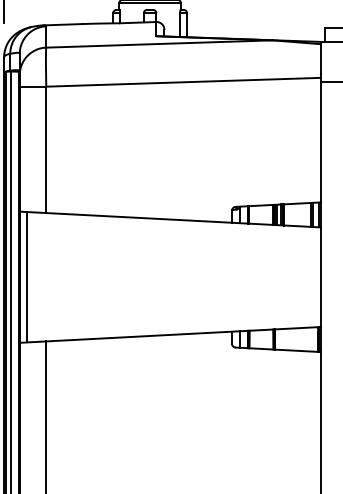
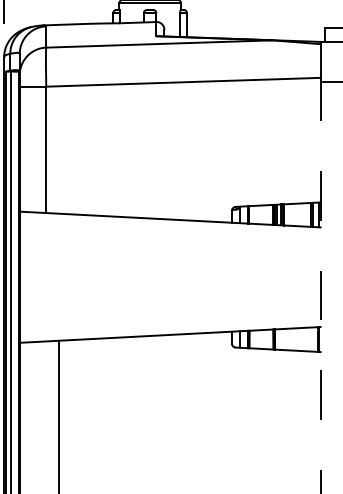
line at (27, 277): present -> none
line at (320, 283): solid -> dashed
line at (46, 415) position: (46, 415) -> (59, 415)
